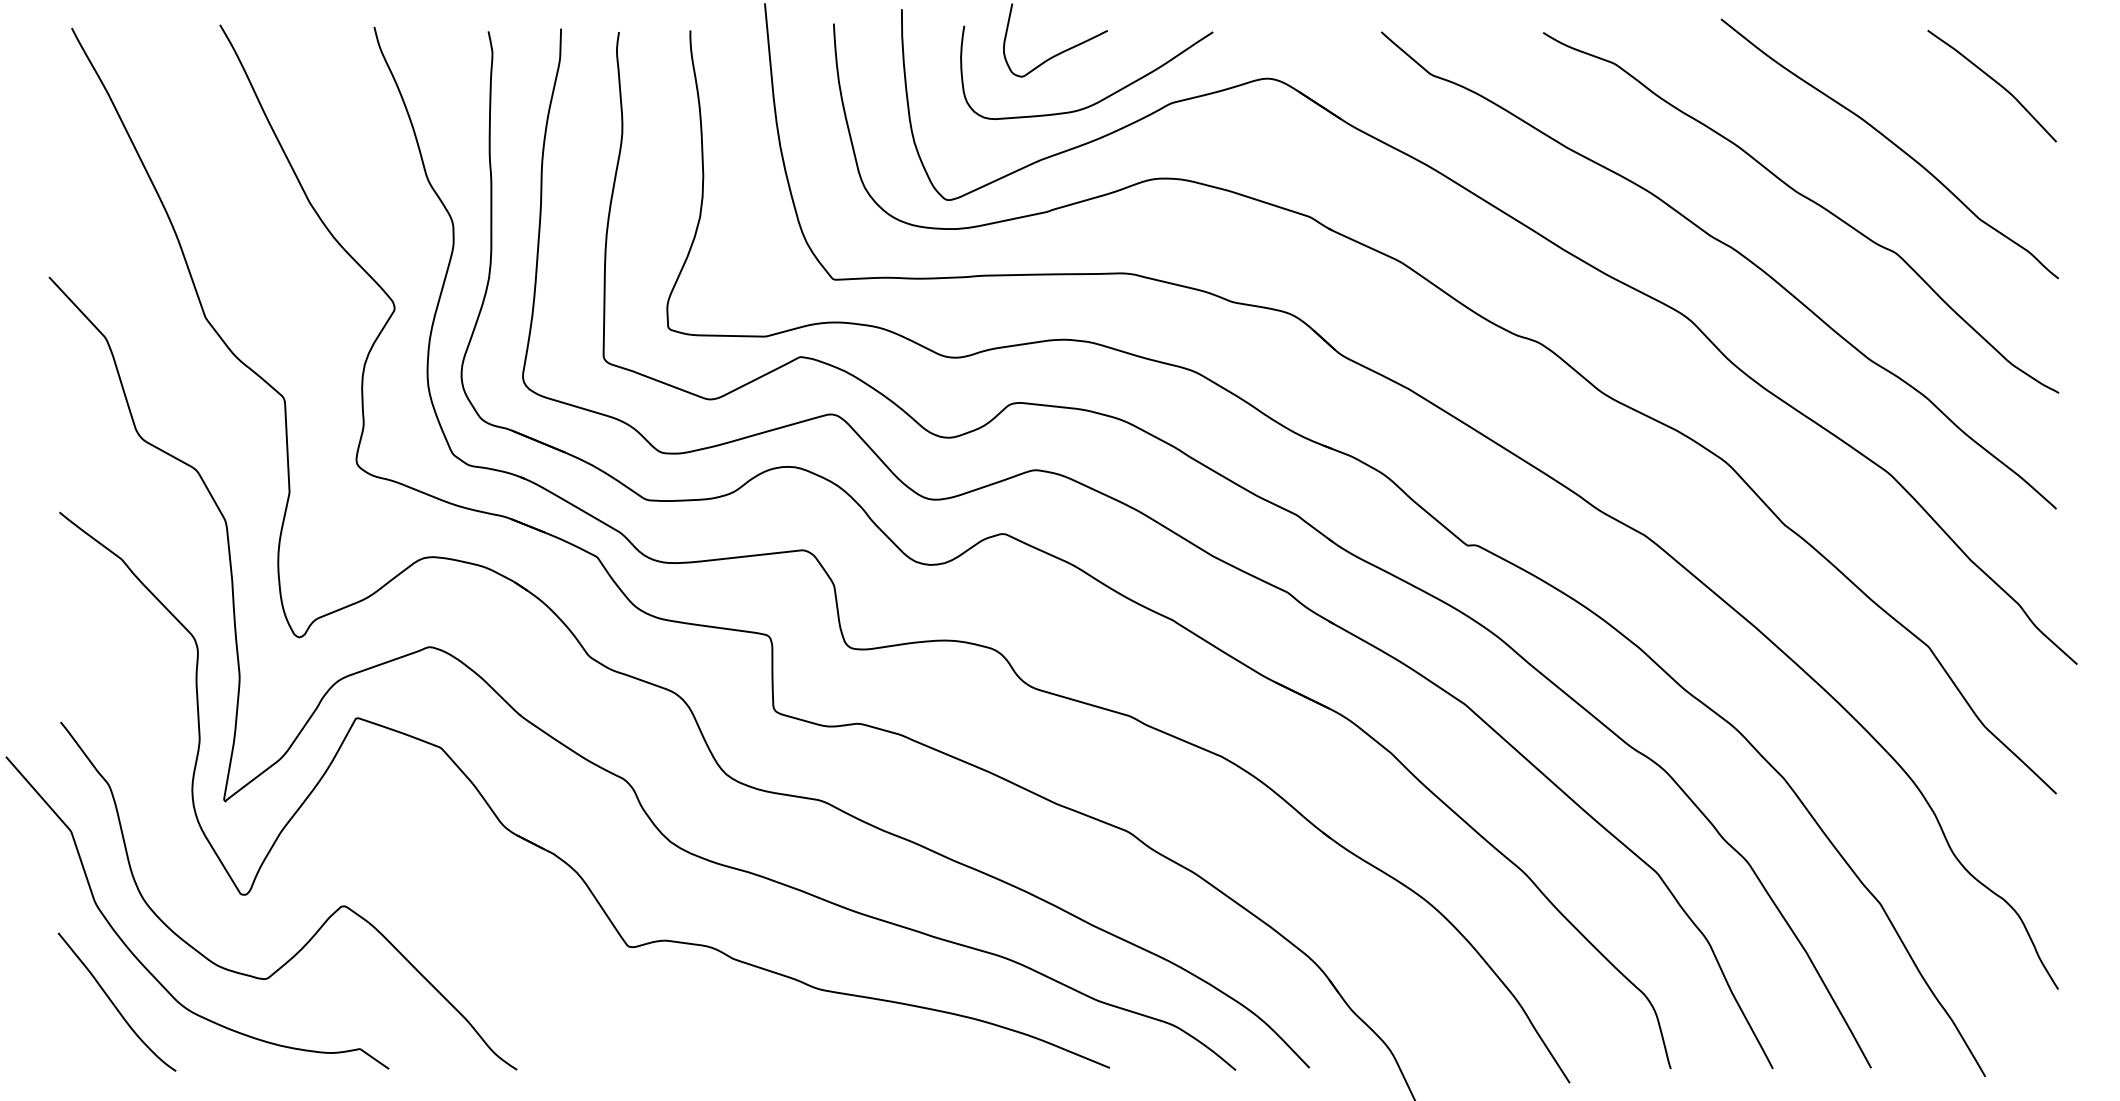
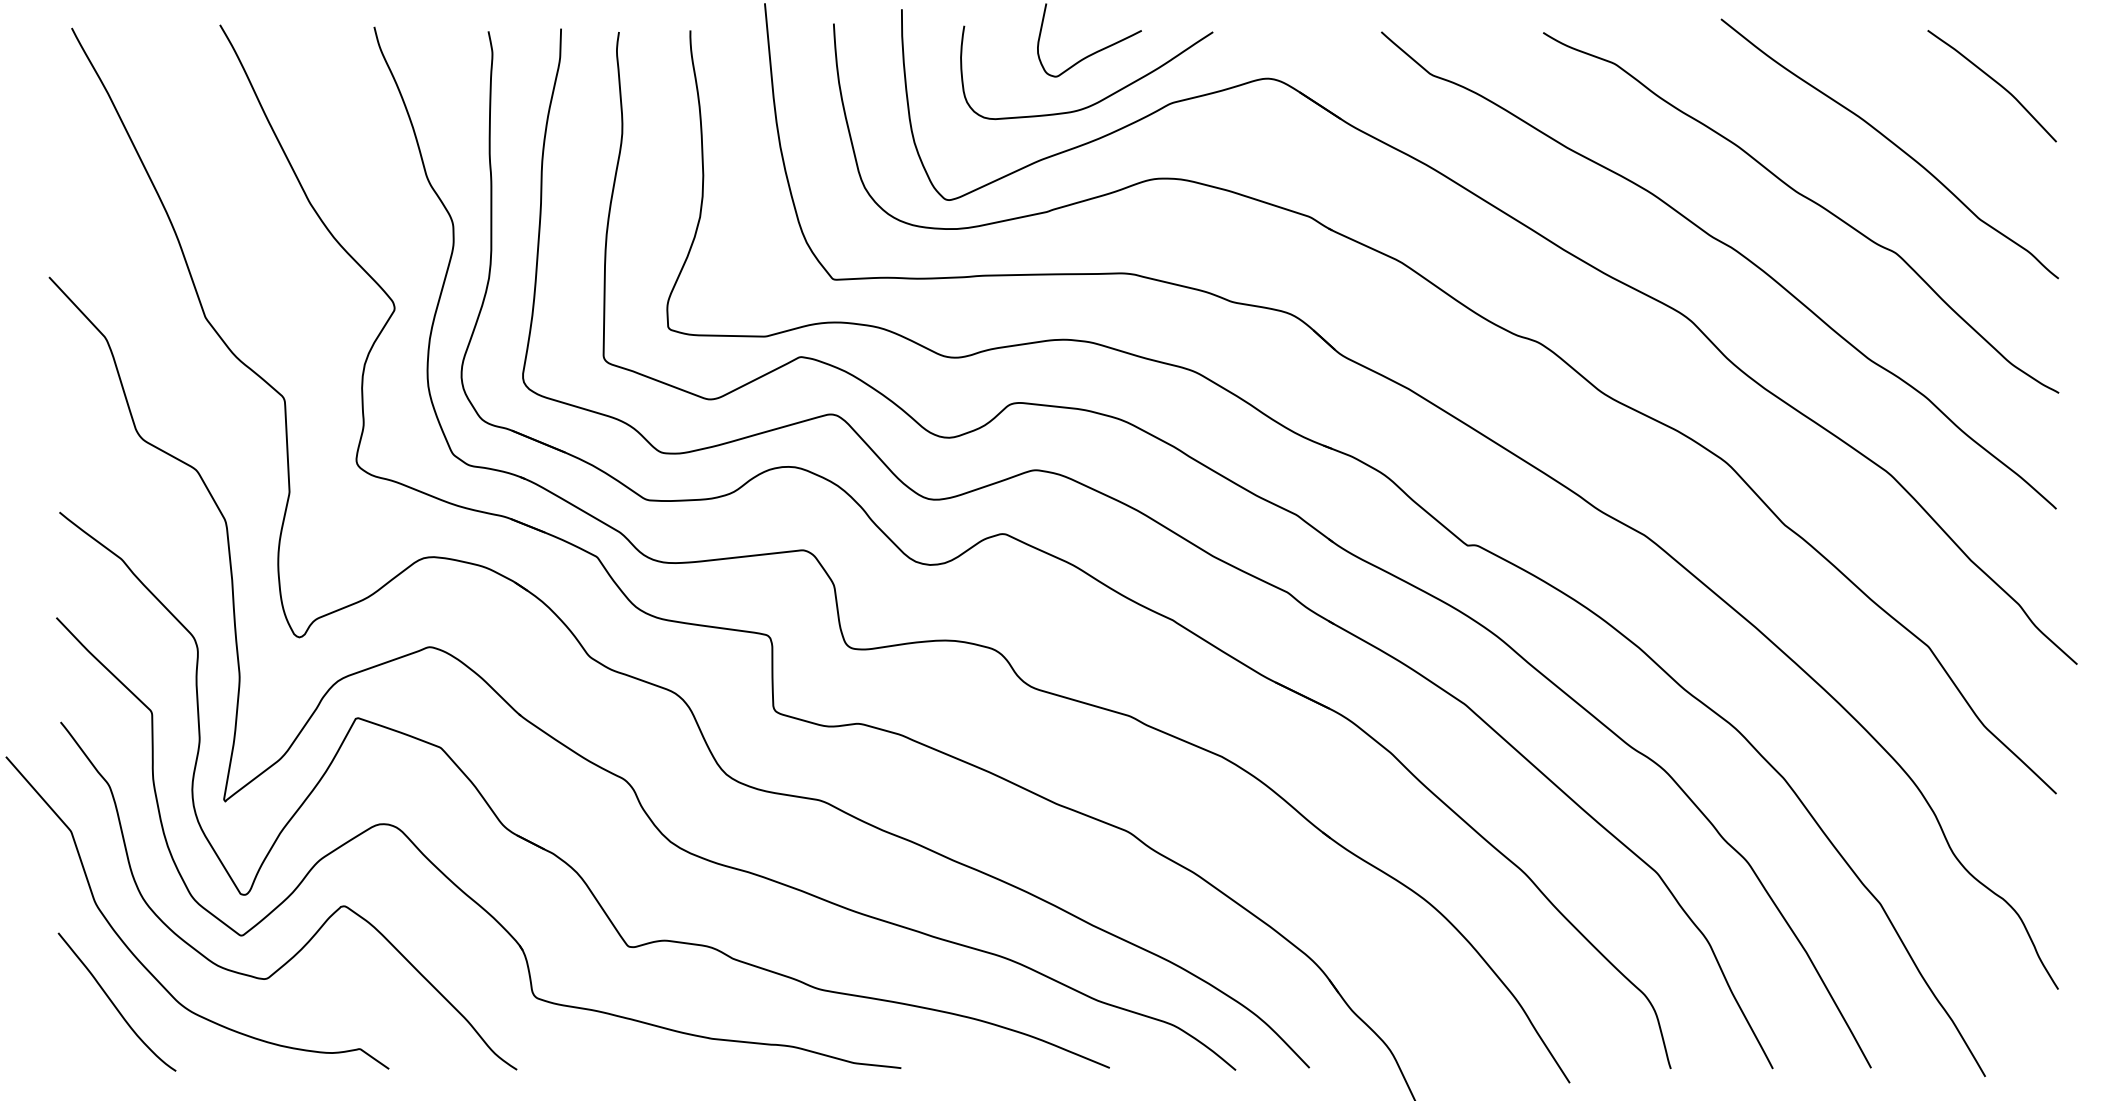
curve at (1061, 51) position: (1061, 51) -> (1095, 51)
part at (445, 874): none -> present
